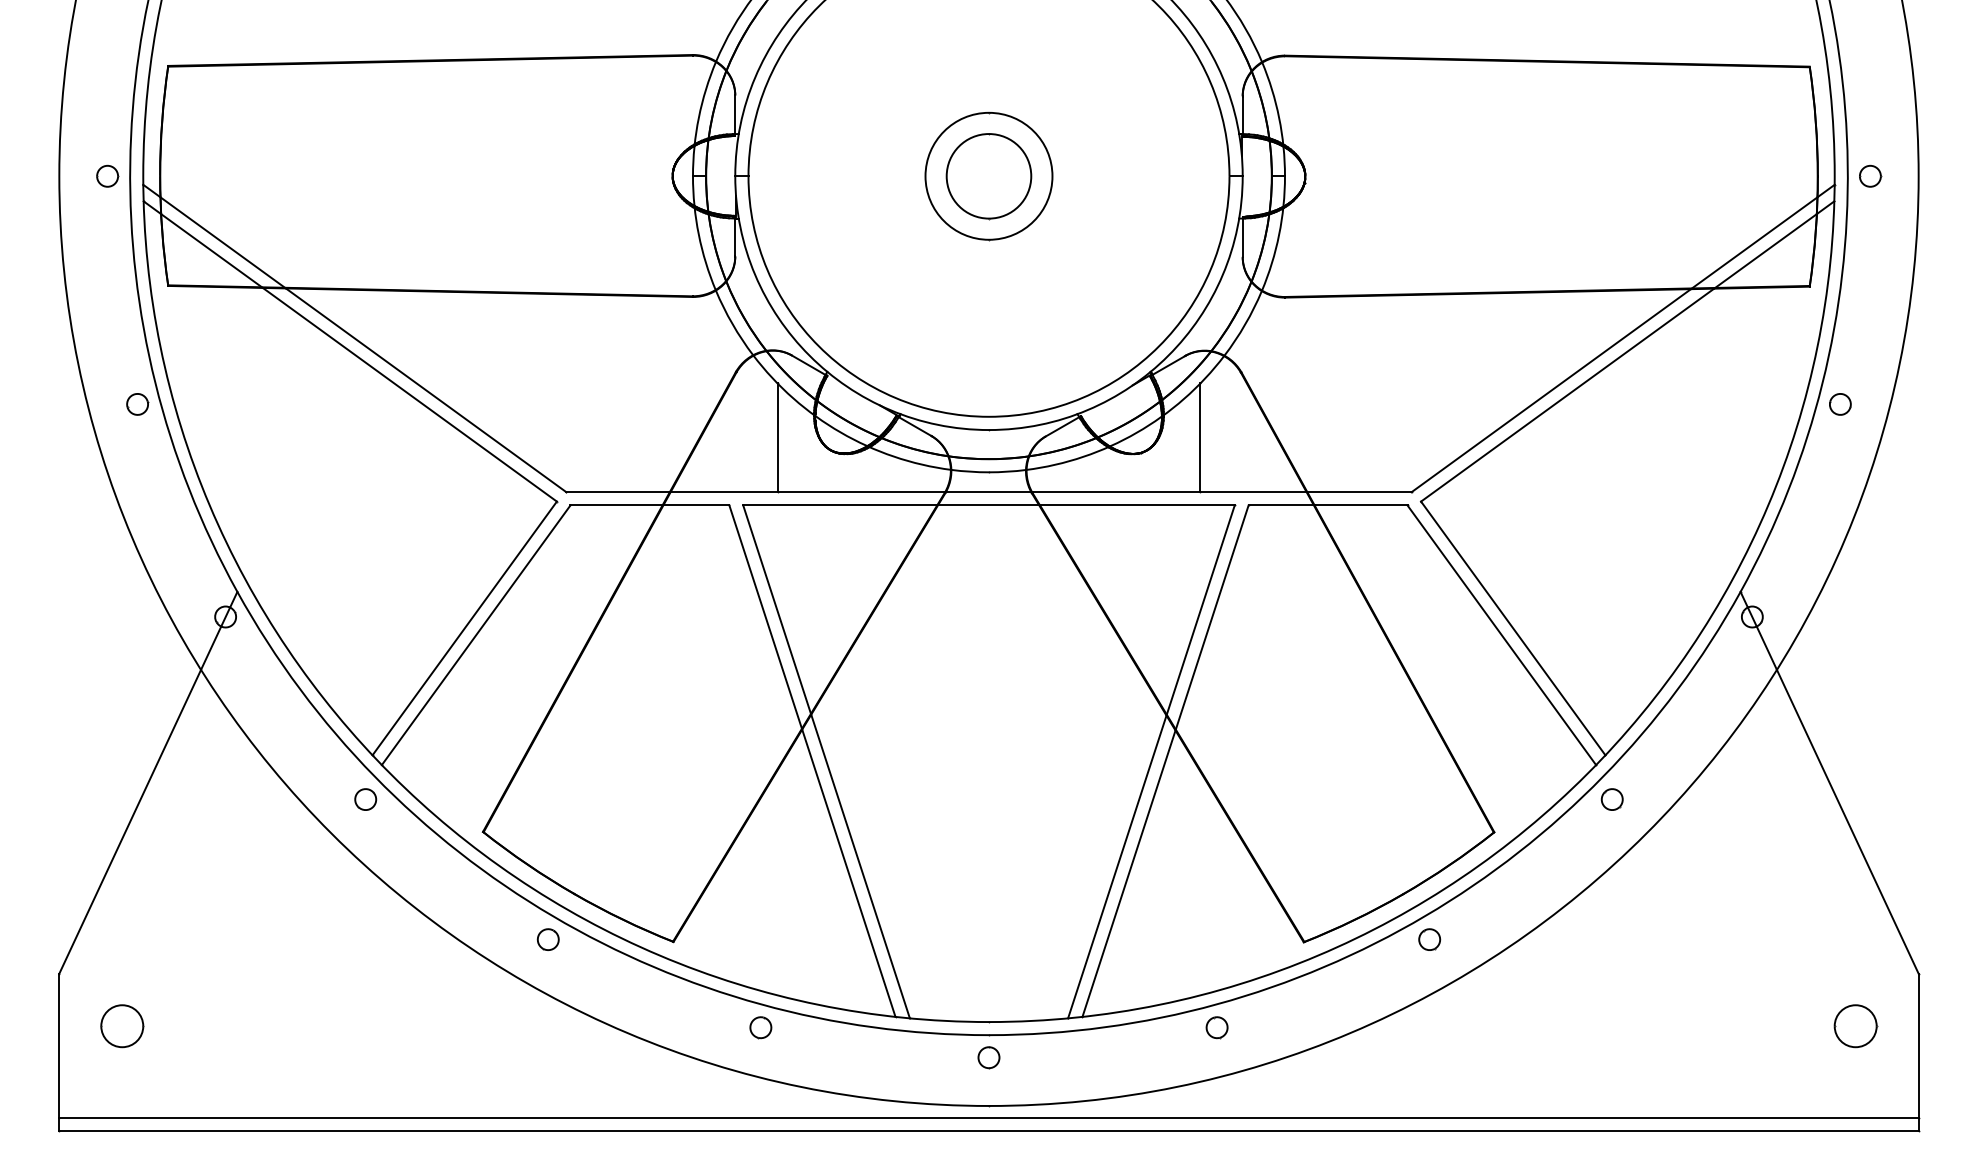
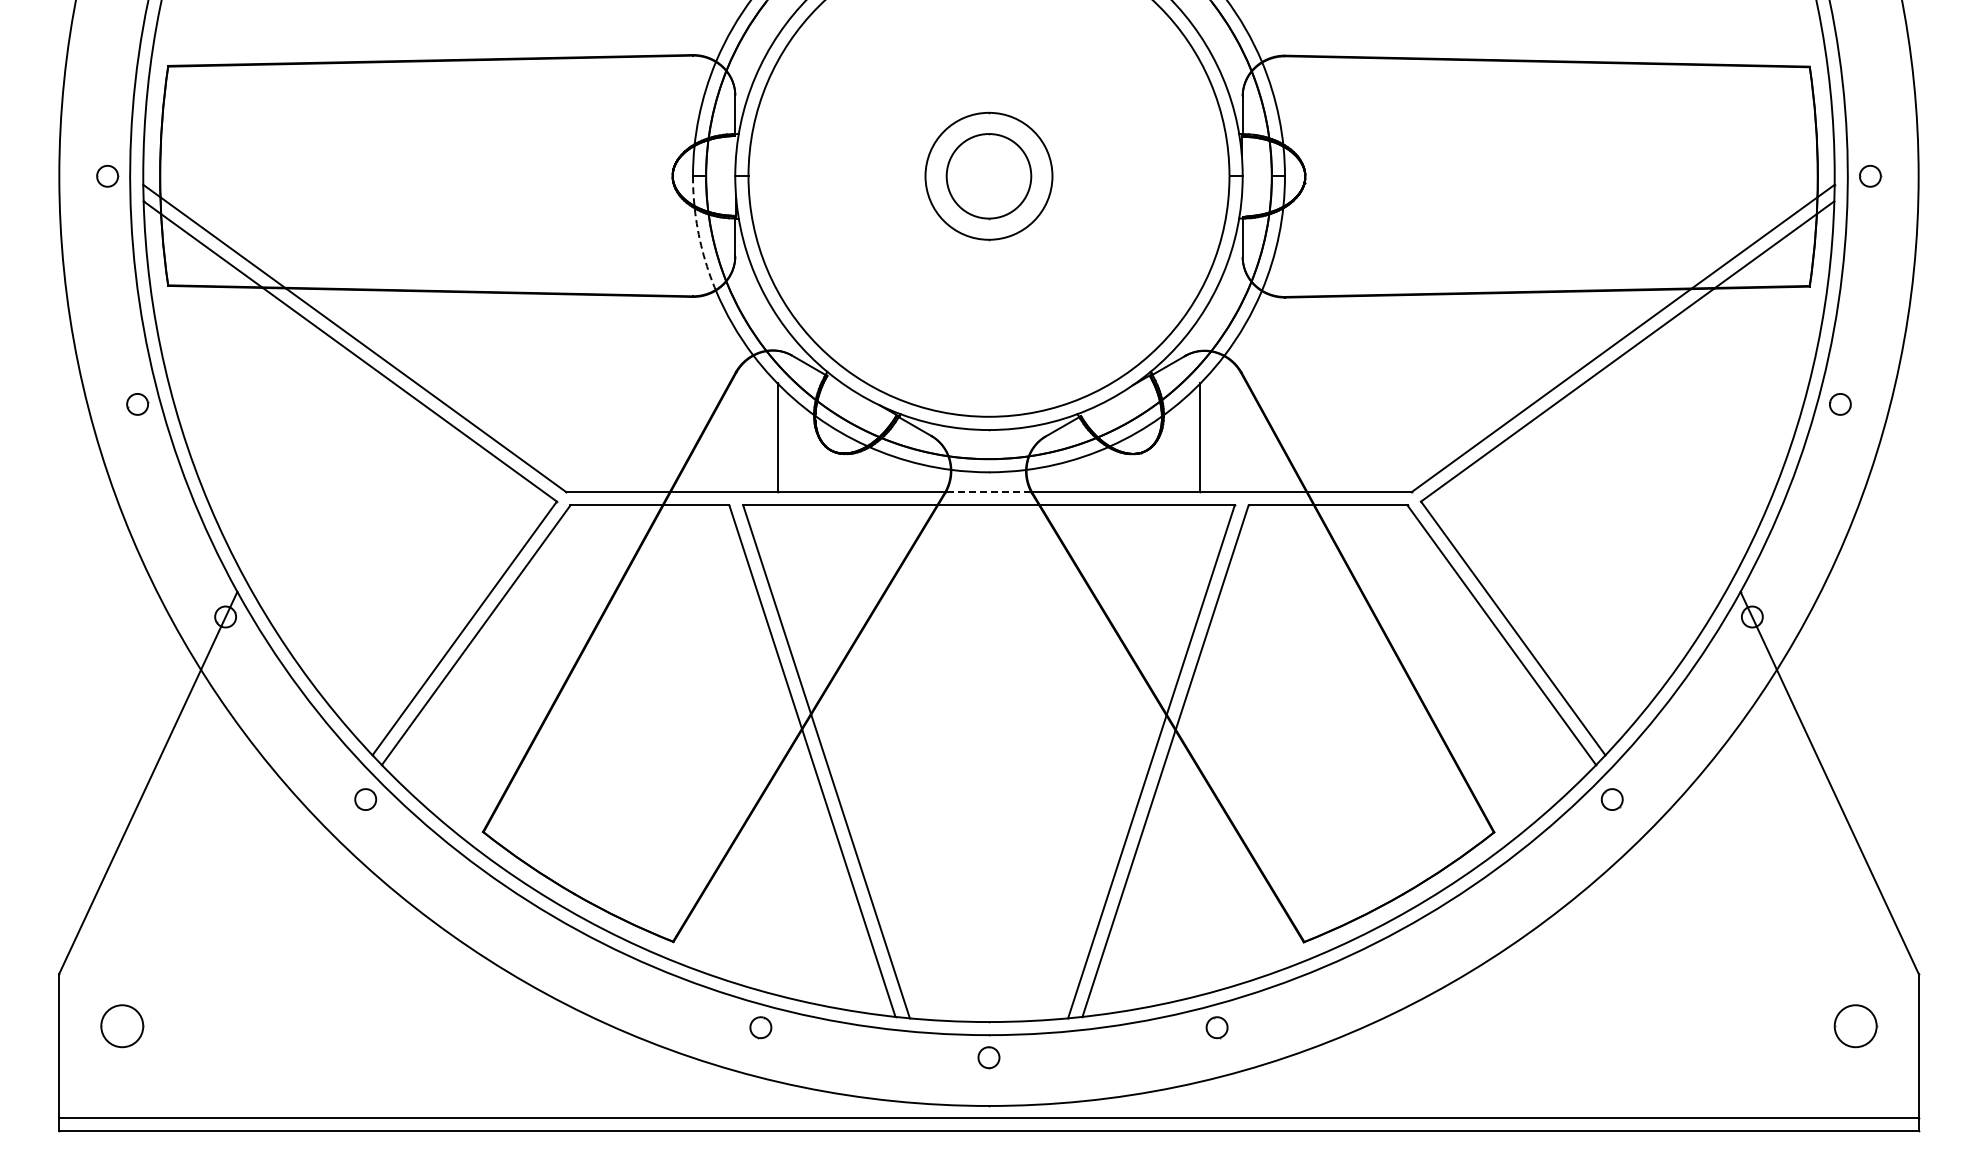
arc at (698, 234): solid -> dashed
line at (988, 492): solid -> dashed
part at (547, 939): present -> none
part at (1429, 939): present -> none
